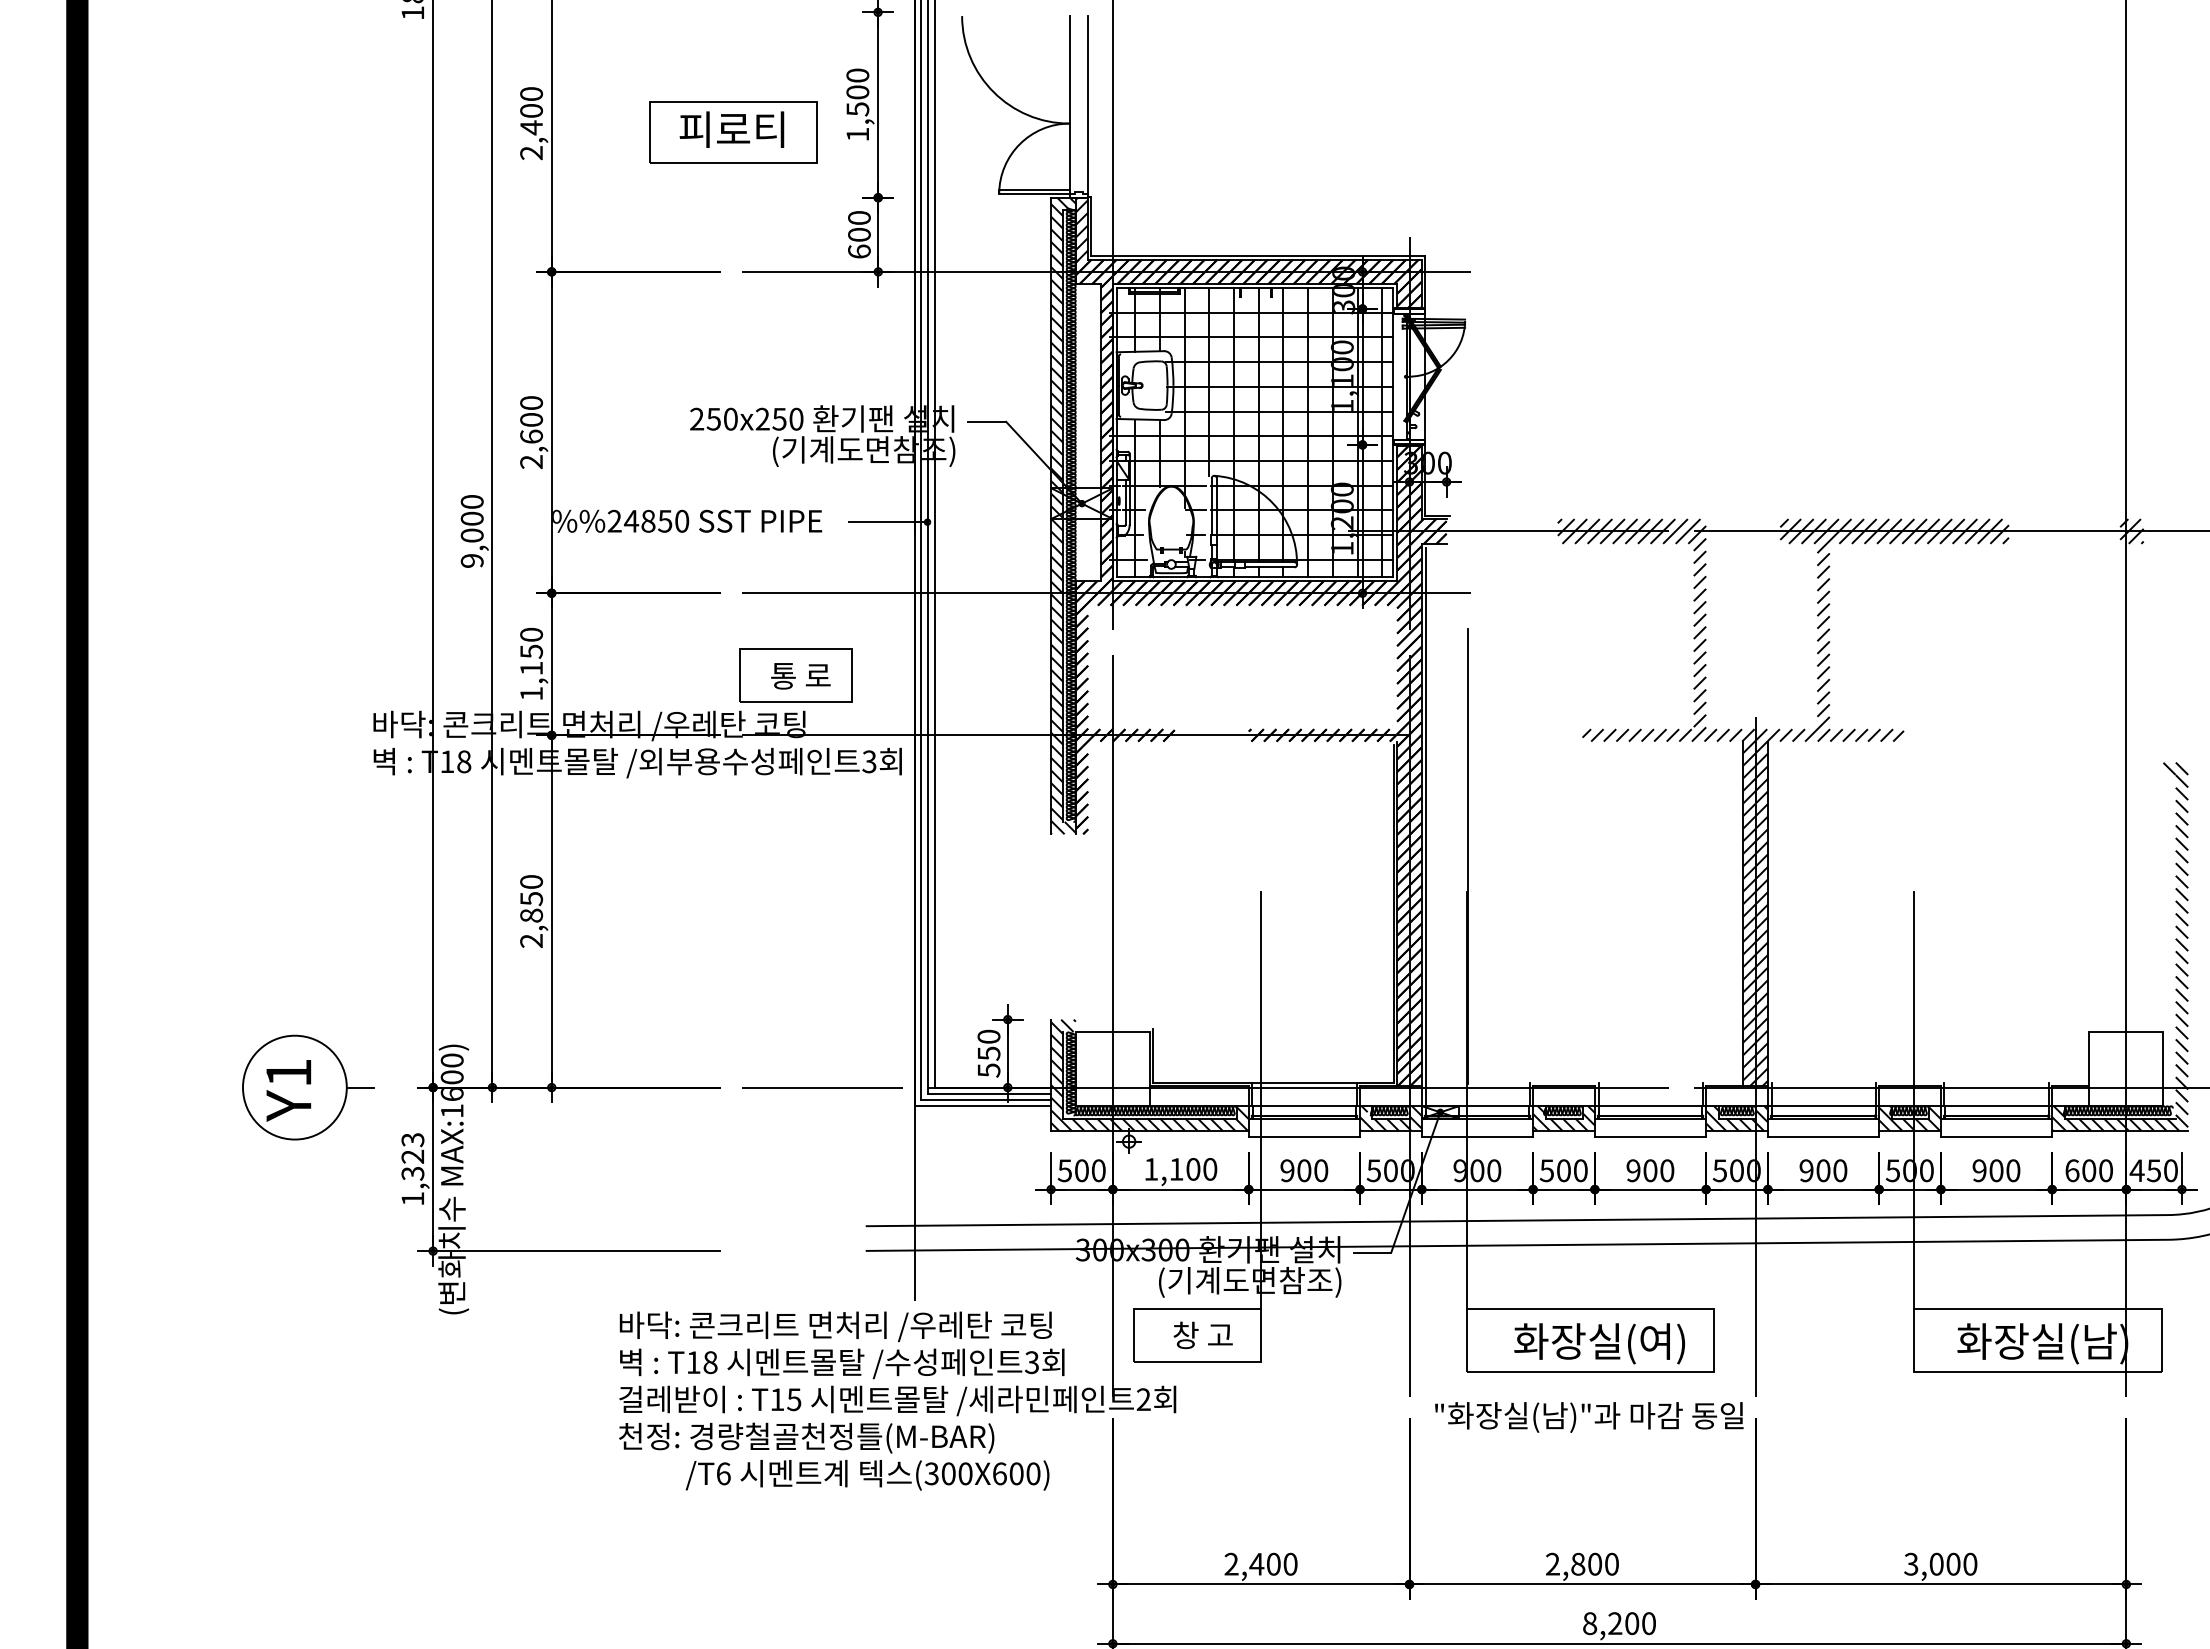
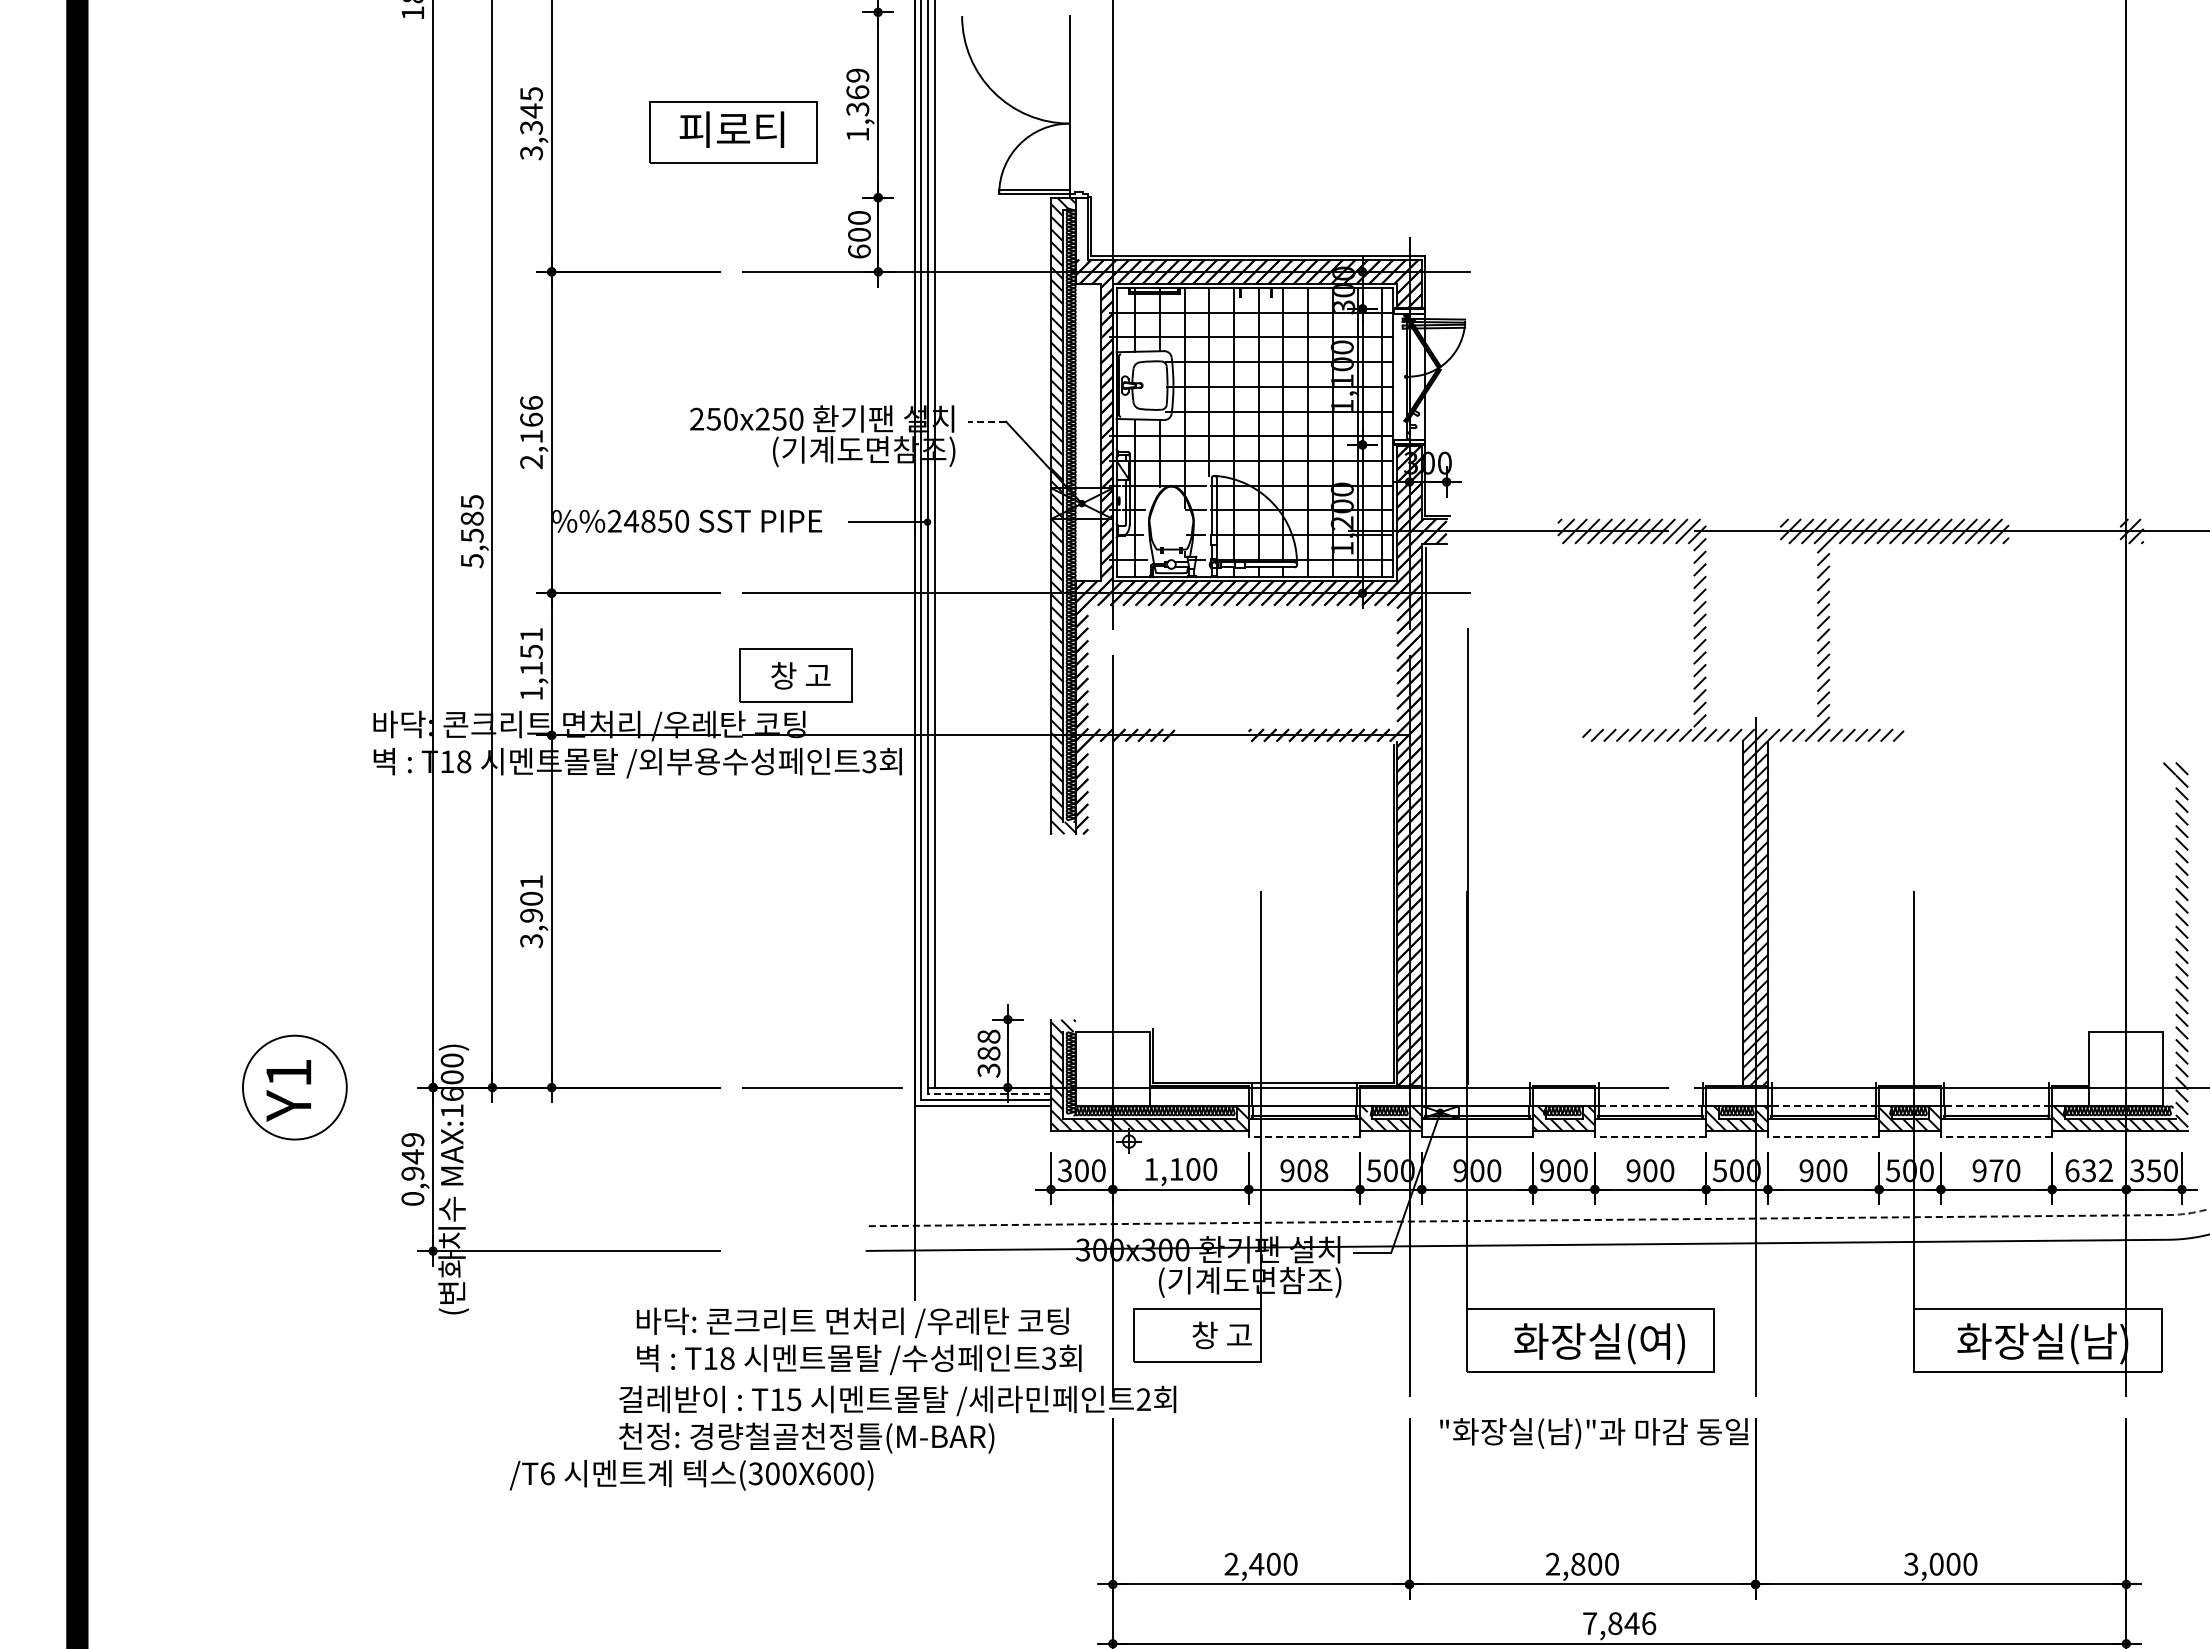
text at (857, 91): 1,500 -> 1,369
line at (1088, 105): present -> none
text at (531, 123): 2,400 -> 3,345
hatch at (1081, 228): present -> none
text at (531, 419): 2,600 -> 2,166
line at (986, 421): solid -> dashed
text at (471, 531): 9,000 -> 5,585
text at (531, 634): 1,150 -> 1,151
text at (800, 675): 통 로 -> 창 고
text at (531, 911): 2,850 -> 3,901
text at (988, 1052): 550 -> 388
line at (359, 1087): present -> none
line at (989, 1093): solid -> dashed
line at (1650, 1106): solid -> dashed
line at (1823, 1106): solid -> dashed
line at (2000, 1106): solid -> dashed
line at (1304, 1137): solid -> dashed
line at (1650, 1137): solid -> dashed
line at (1823, 1137): solid -> dashed
line at (1996, 1137): solid -> dashed
text at (412, 1169): 1,323 -> 0,949
text at (1064, 1170): 500 -> 300
text at (1321, 1170): 900 -> 908
text at (1546, 1170): 500 -> 900
text at (1996, 1170): 900 -> 970
text at (2097, 1170): 600 -> 632
text at (2136, 1170): 450 -> 350
line at (1539, 1220): solid -> dashed
text at (1202, 1335) position: (1202, 1335) -> (1221, 1335)
text at (841, 1345) position: (841, 1345) -> (858, 1341)
text at (1589, 1417) position: (1589, 1417) -> (1594, 1433)
text at (867, 1475) position: (867, 1475) -> (691, 1475)
text at (1619, 1623): 8,200 -> 7,846
